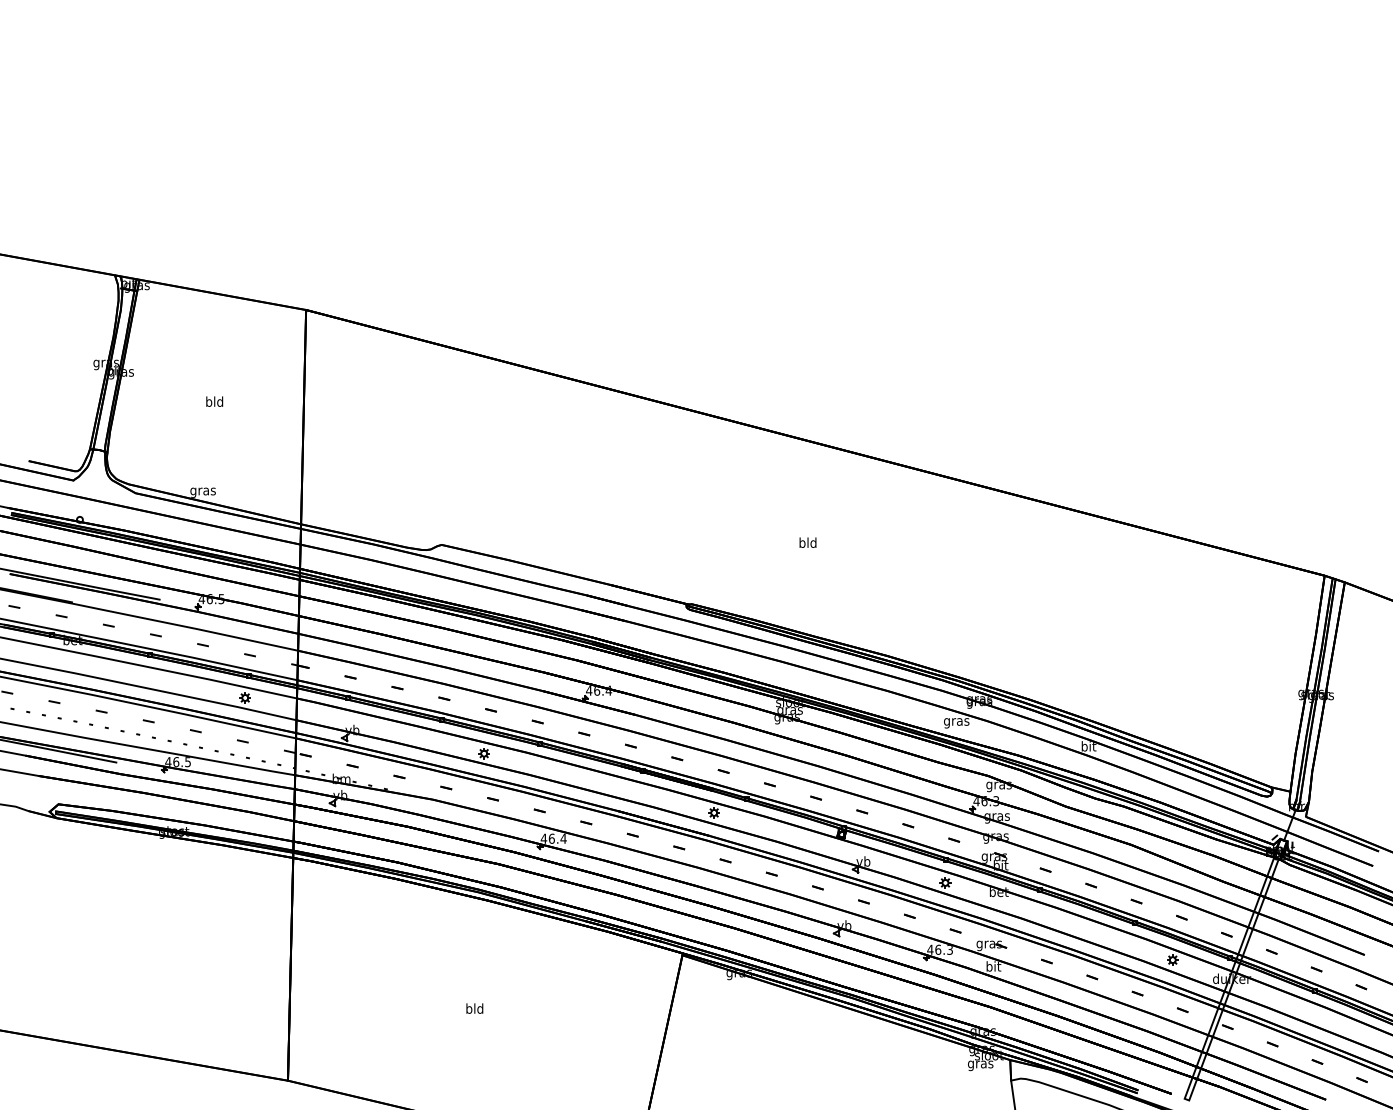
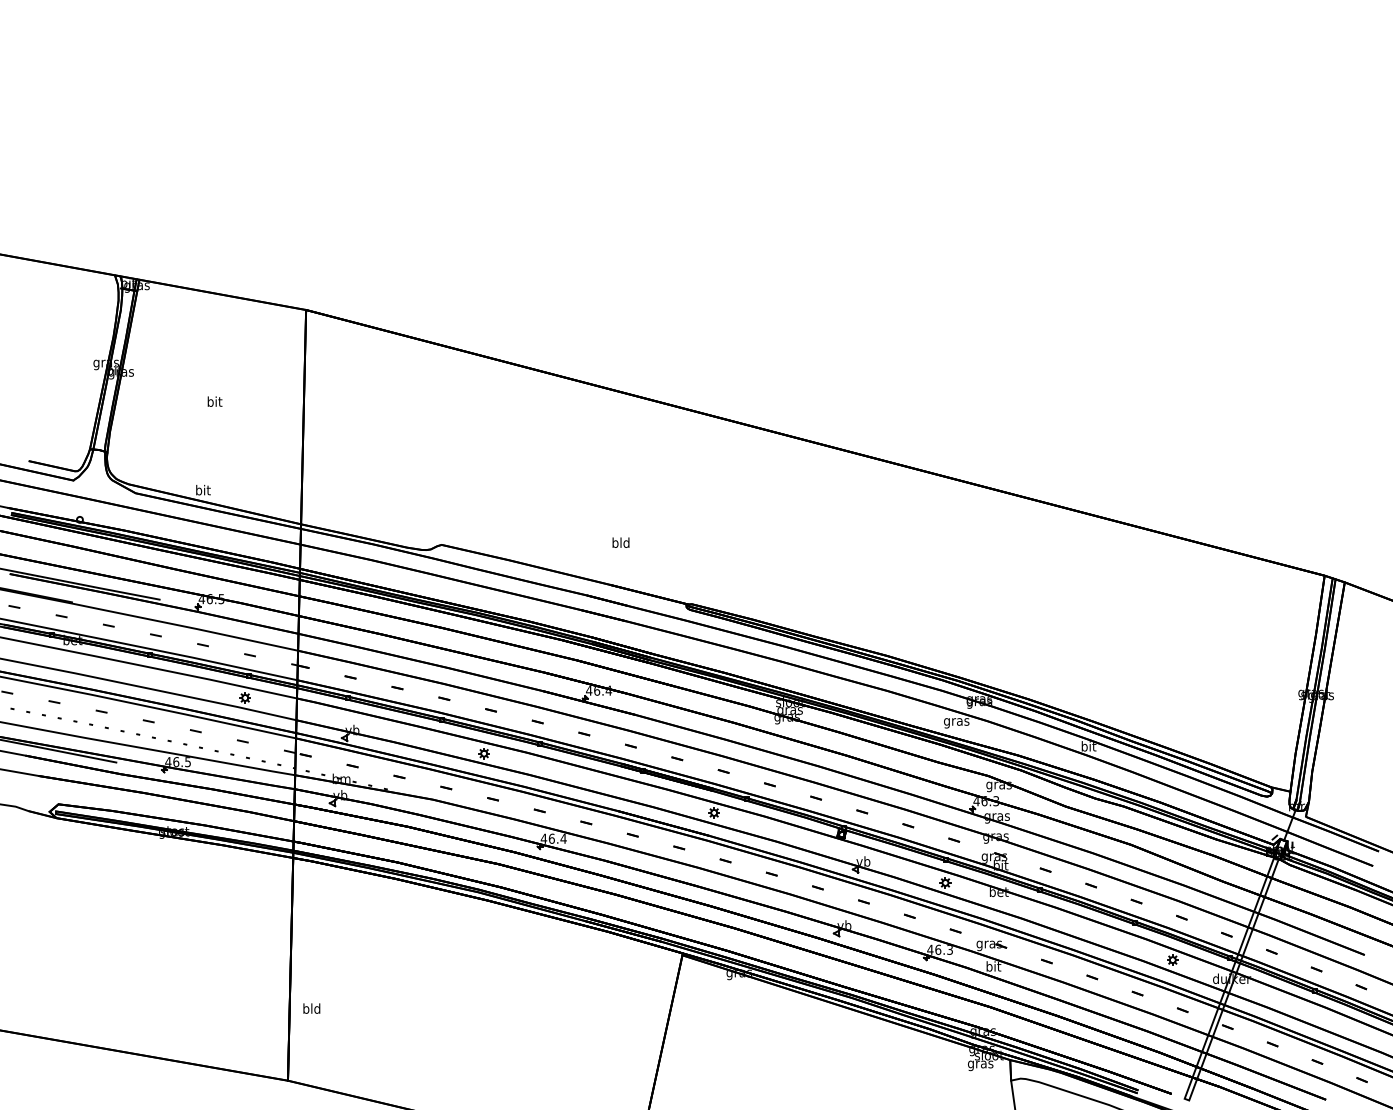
text at (214, 401): bld -> bit
text at (202, 490): gras -> bit
text at (807, 542) position: (807, 542) -> (620, 542)
text at (474, 1008) position: (474, 1008) -> (311, 1008)
